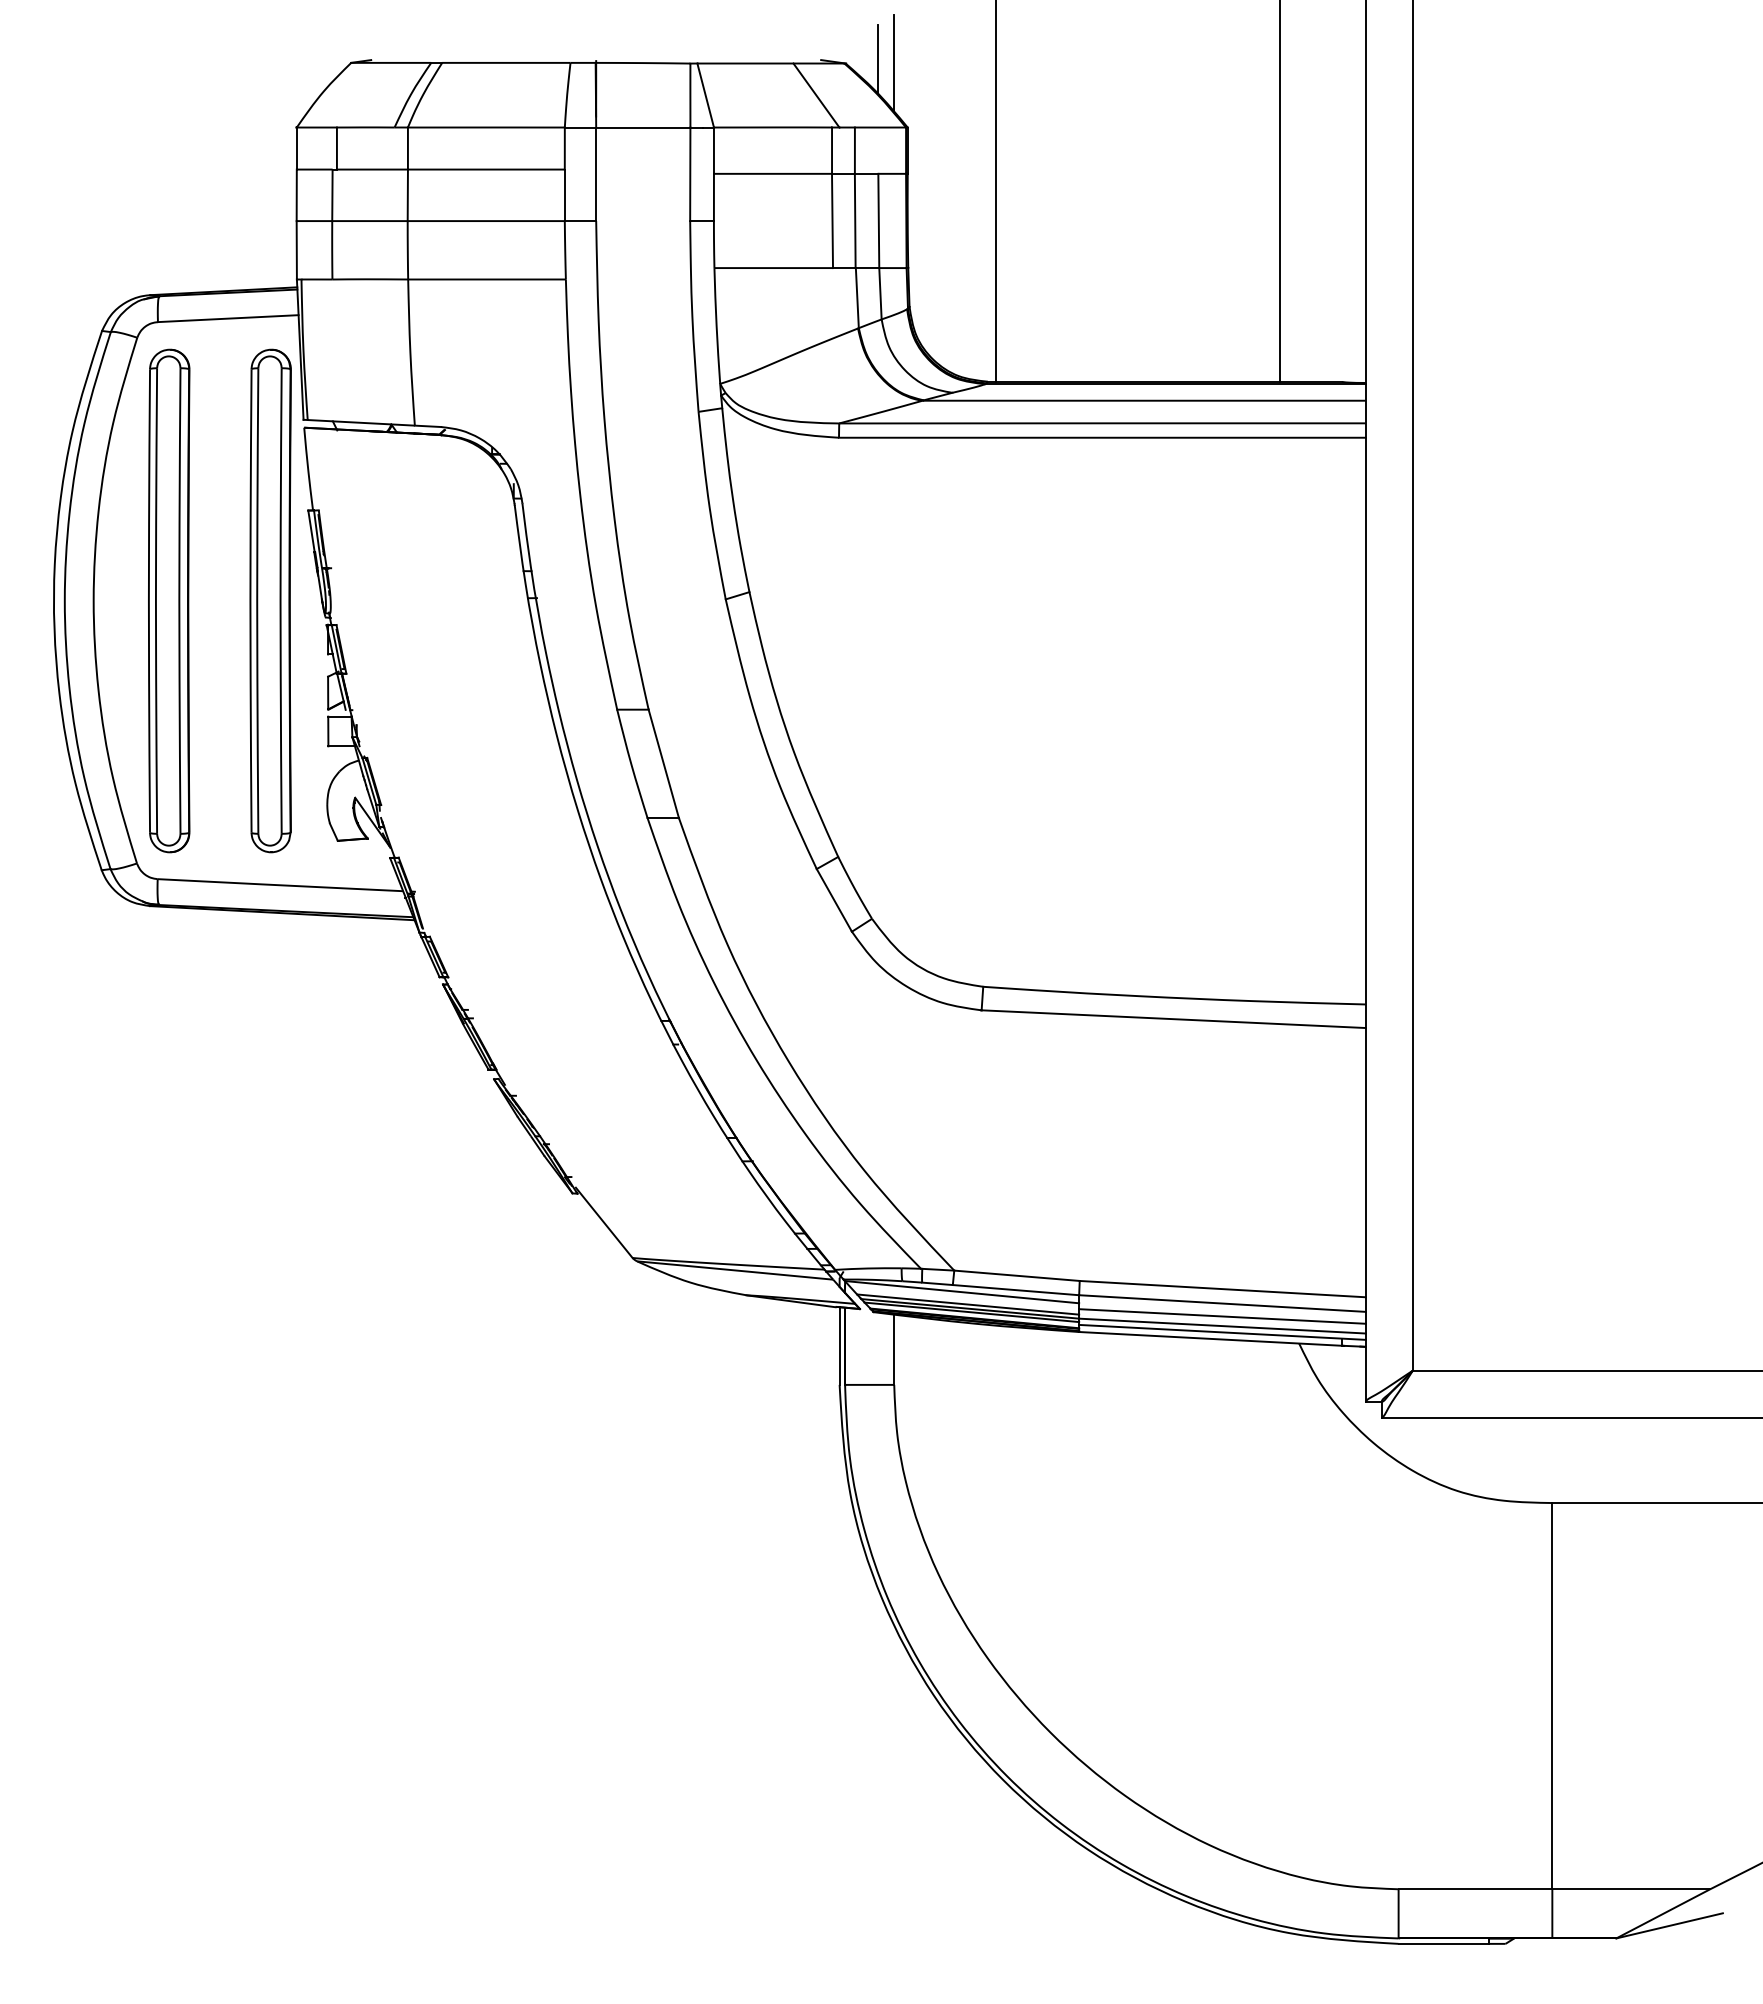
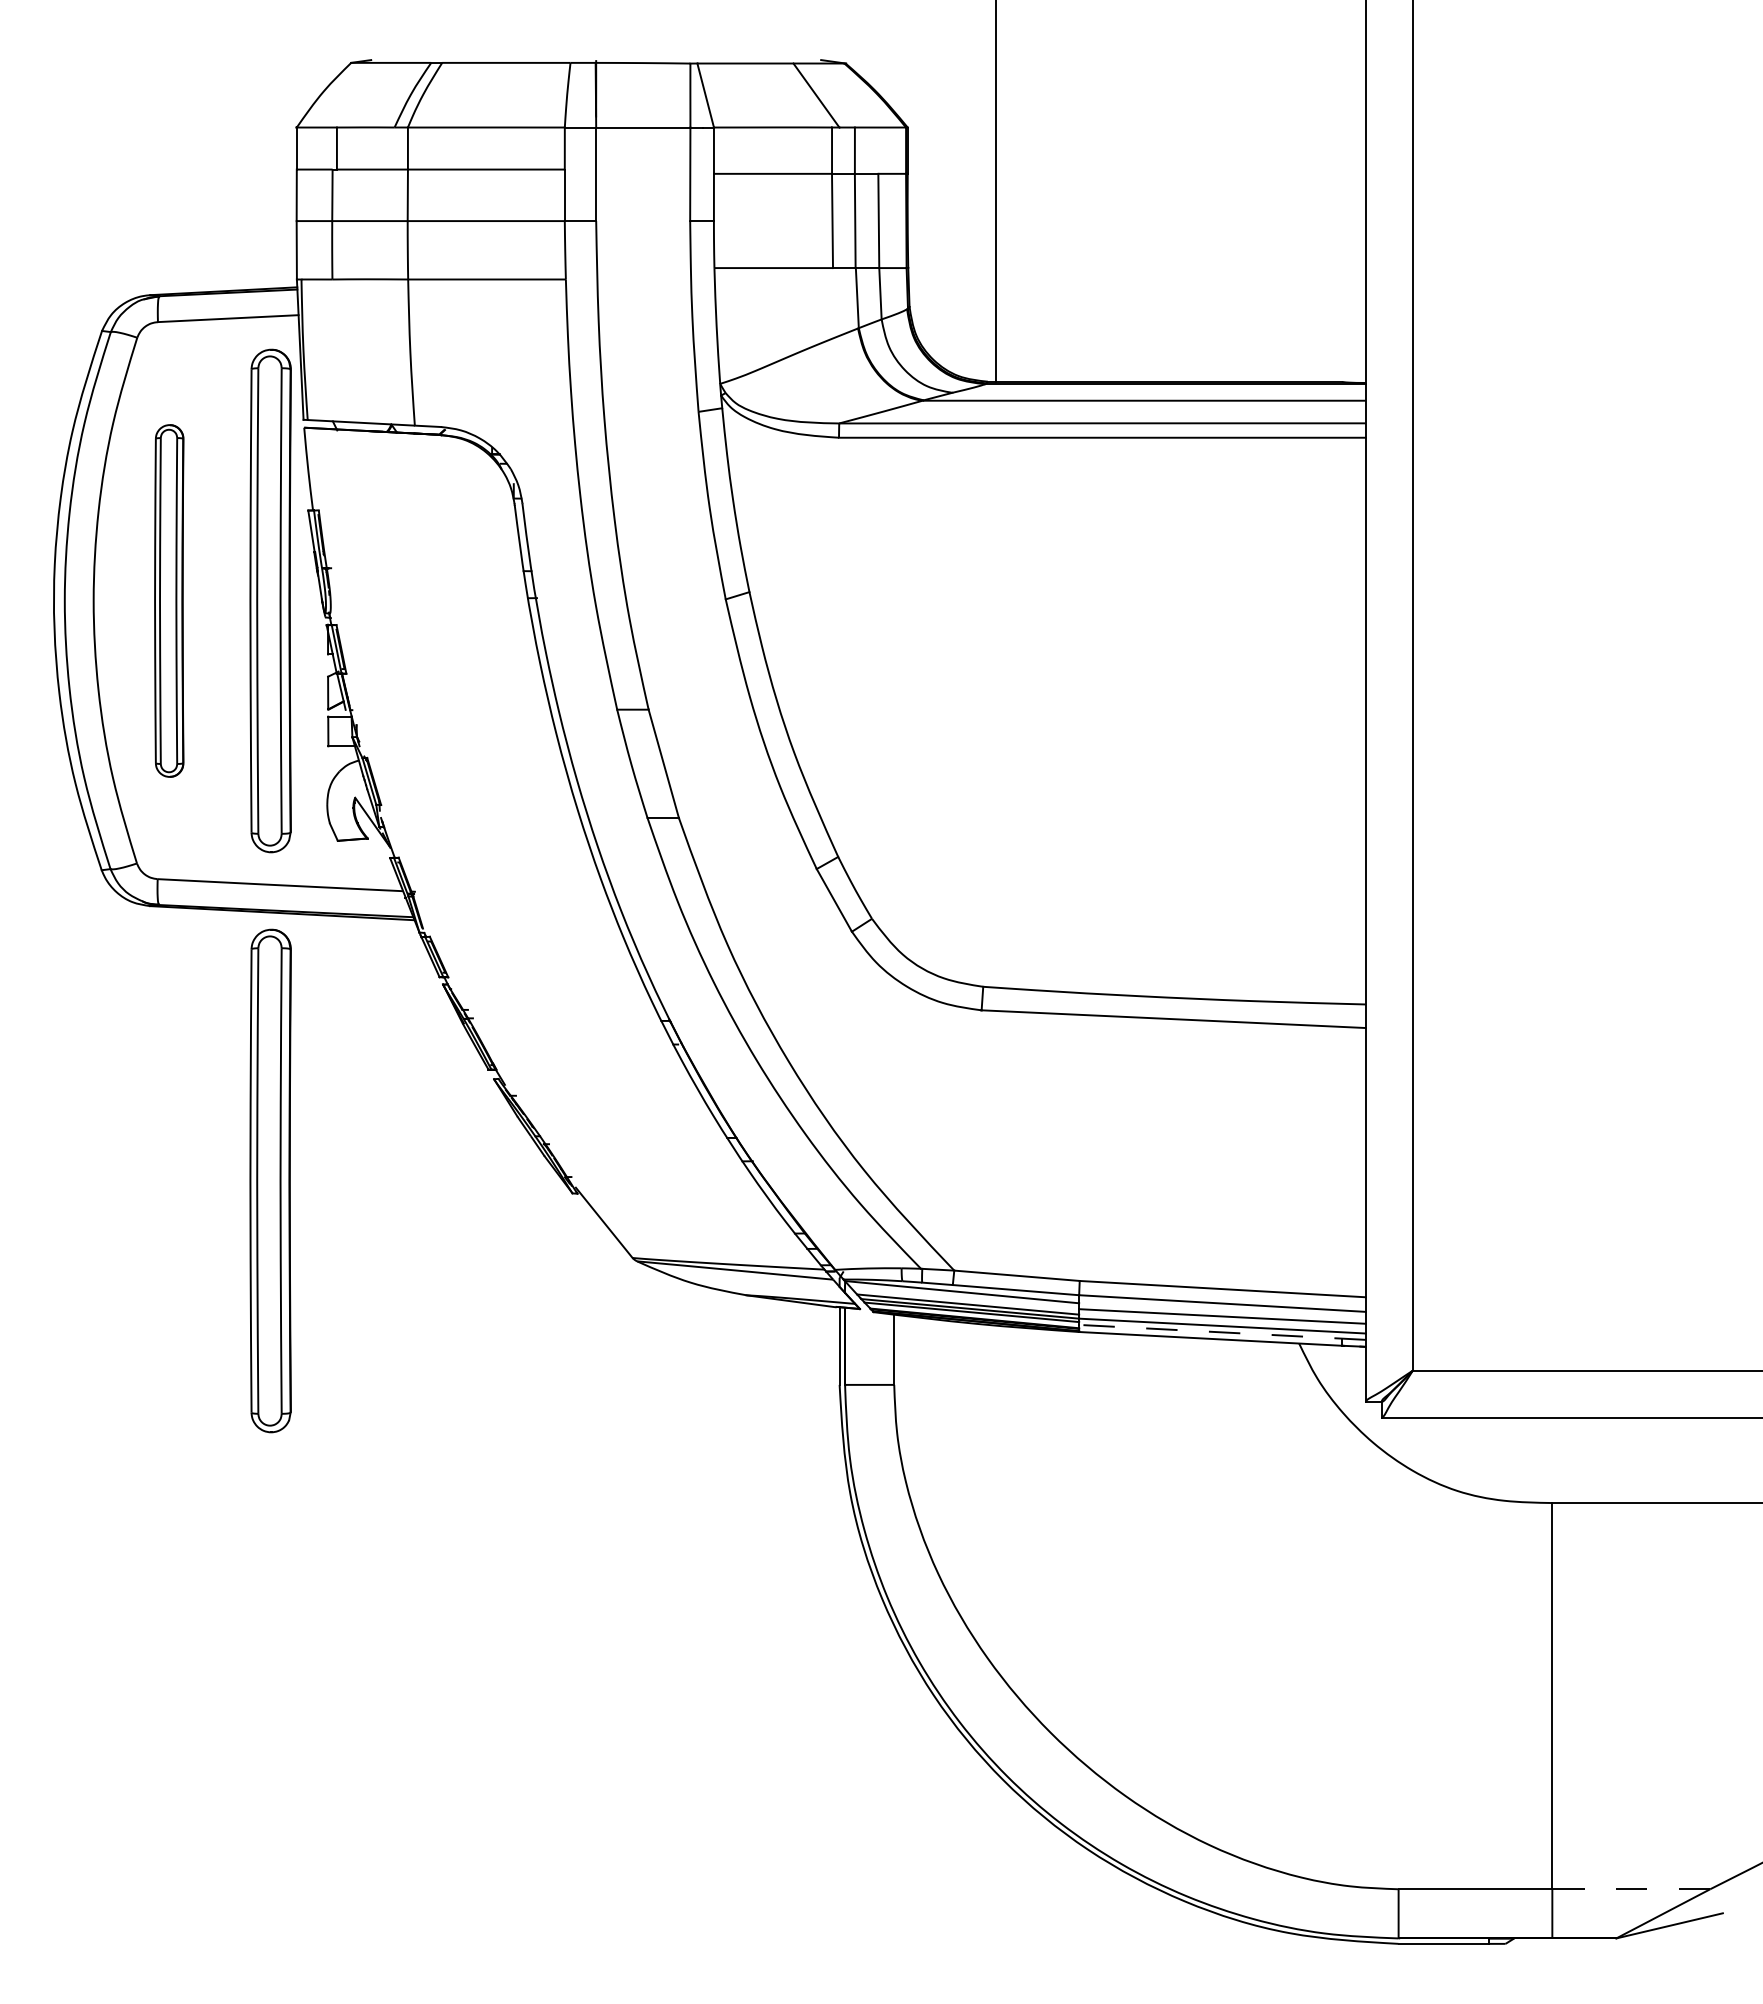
line at (877, 58): present -> none
line at (893, 63): present -> none
line at (1280, 191): present -> none
part at (169, 600) size: 43x506 px -> 31x354 px
part at (270, 1180): none -> present
line at (1221, 1332): solid -> dashed
line at (1631, 1889): solid -> dashed
